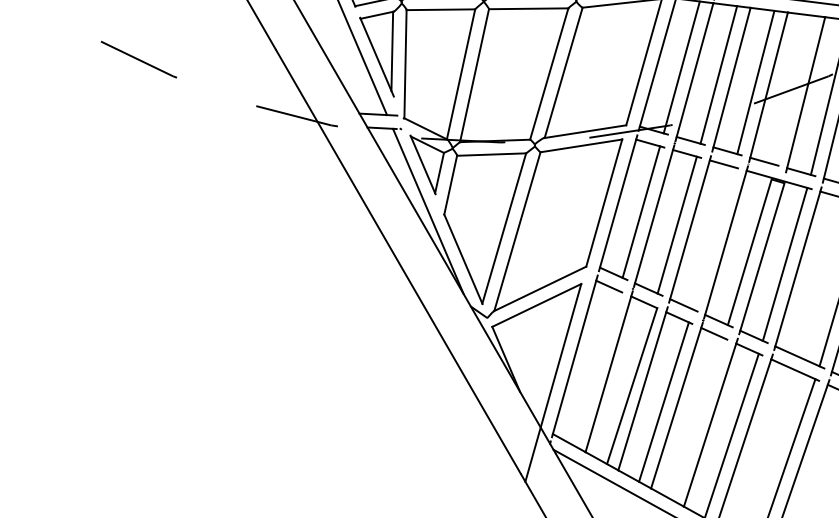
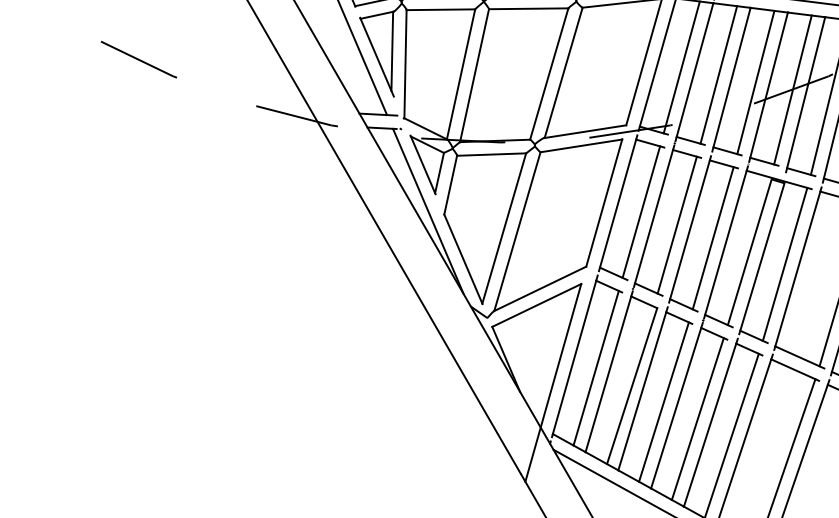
line at (792, 89): none -> present
line at (712, 238): none -> present
line at (595, 367): none -> present
line at (697, 418): none -> present
